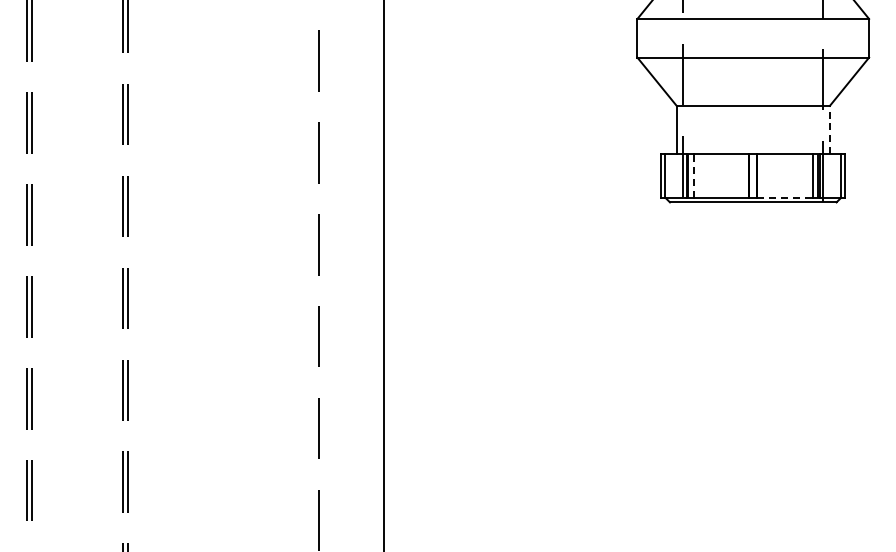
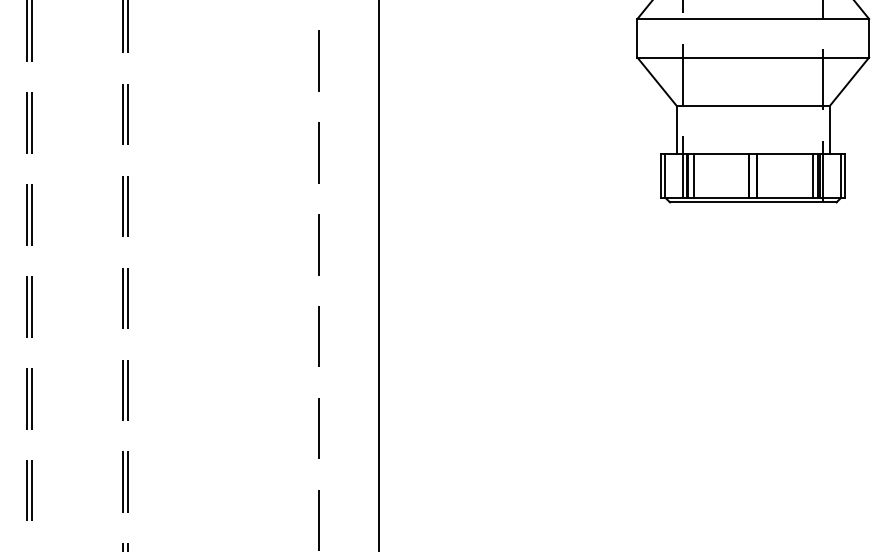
line at (829, 129): dashed -> solid
line at (693, 175): dashed -> solid
line at (784, 197): dashed -> solid
line at (384, 275) position: (384, 275) -> (379, 275)
